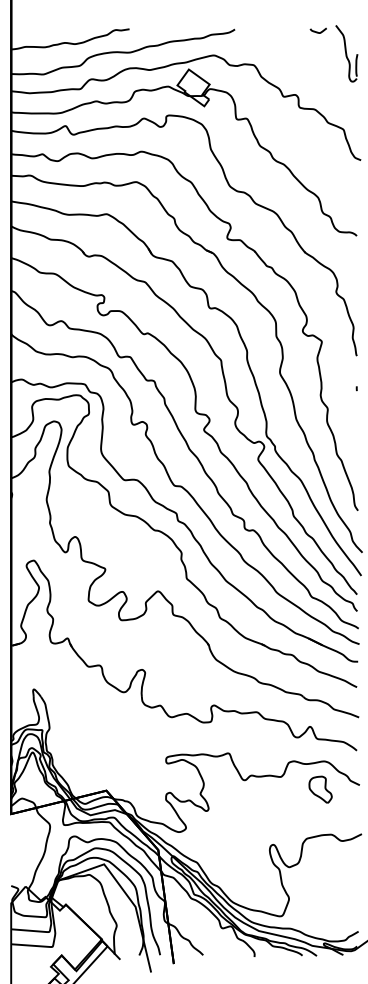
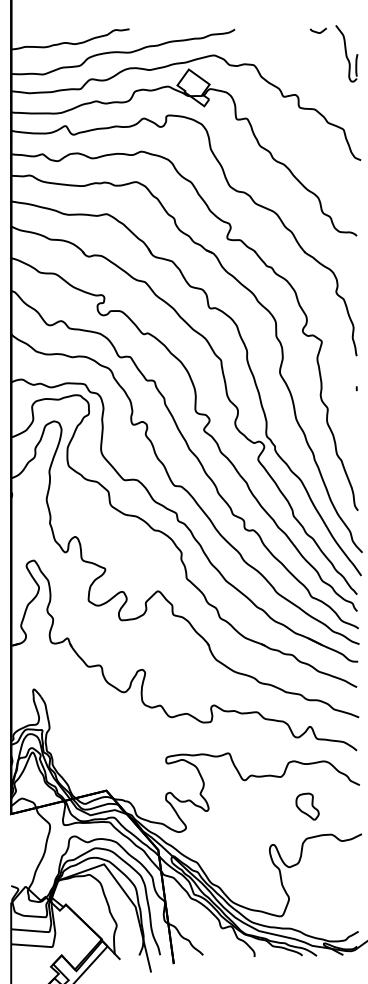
part at (320, 789) position: (320, 789) -> (307, 806)
